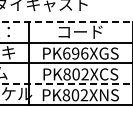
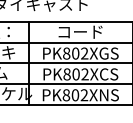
line at (67, 21): dashed -> solid
text at (75, 53): PK696XGS -> PK802XGS
line at (67, 84): dashed -> solid
